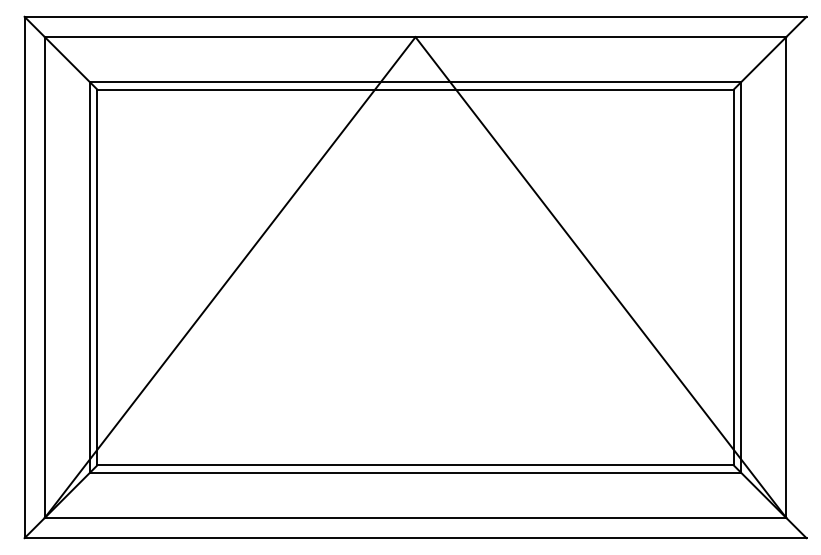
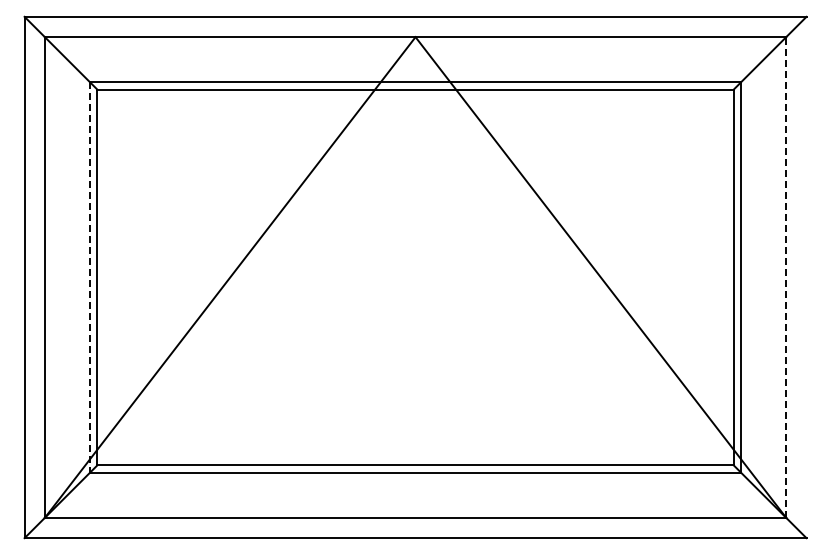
line at (786, 276): solid -> dashed
line at (90, 277): solid -> dashed
